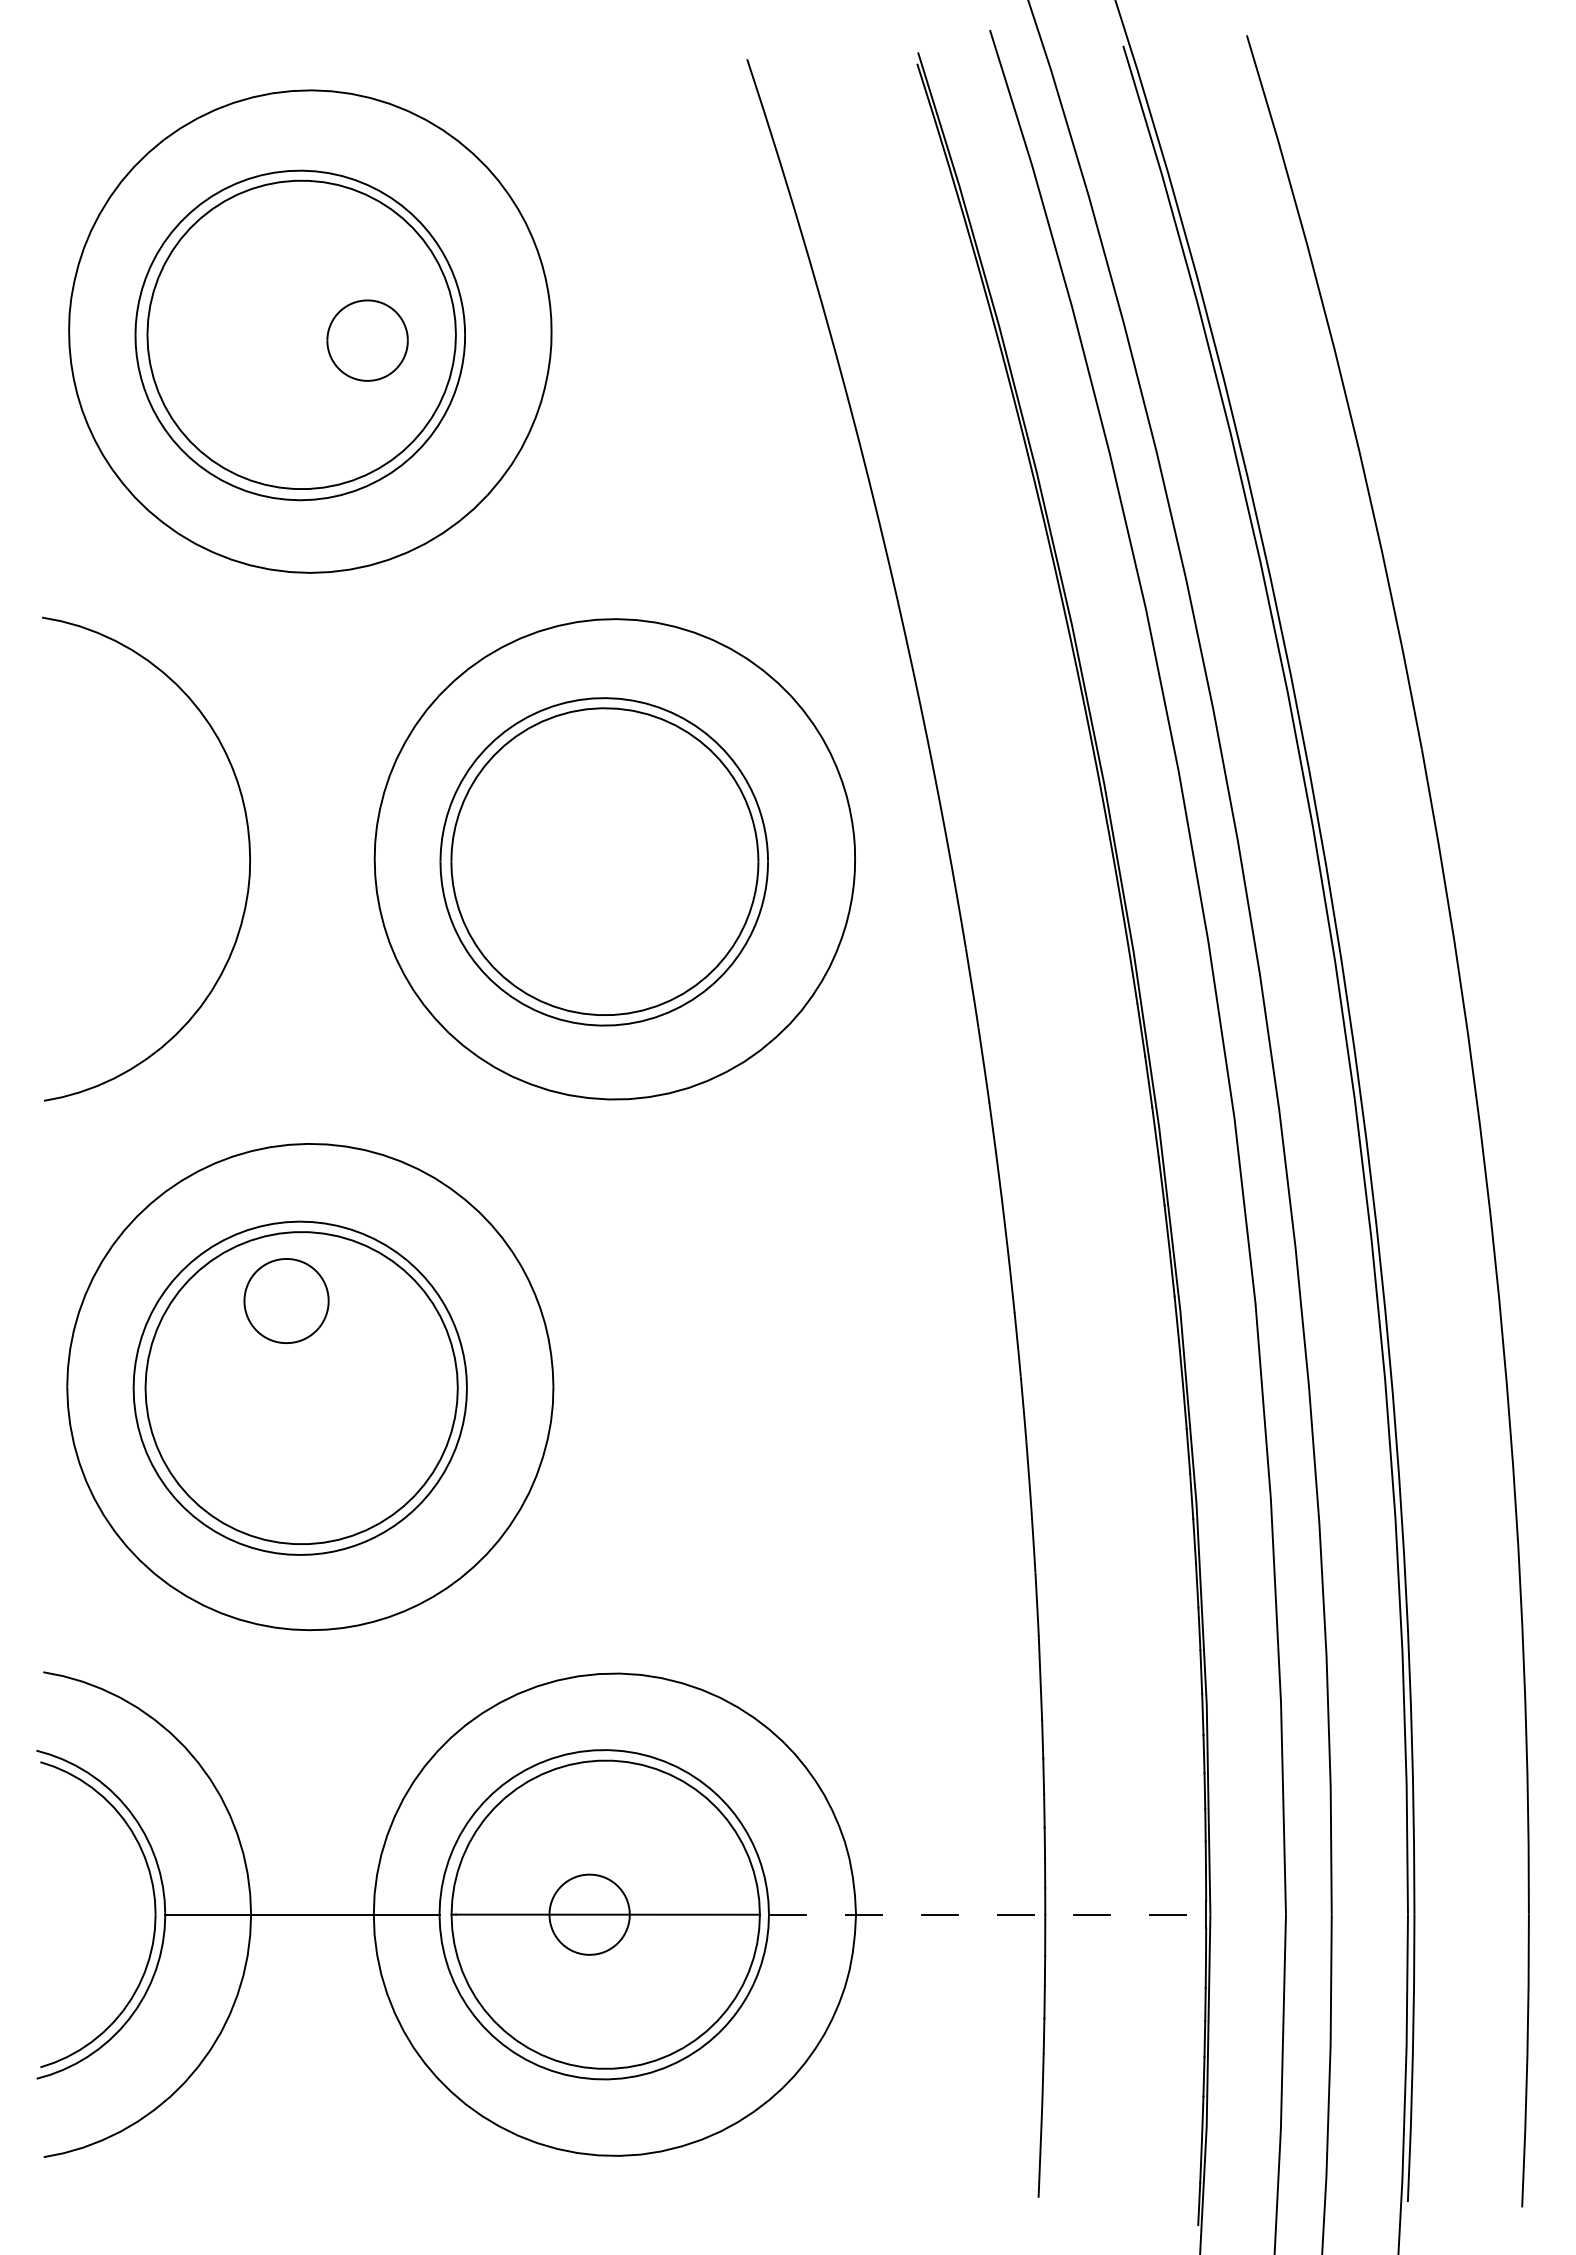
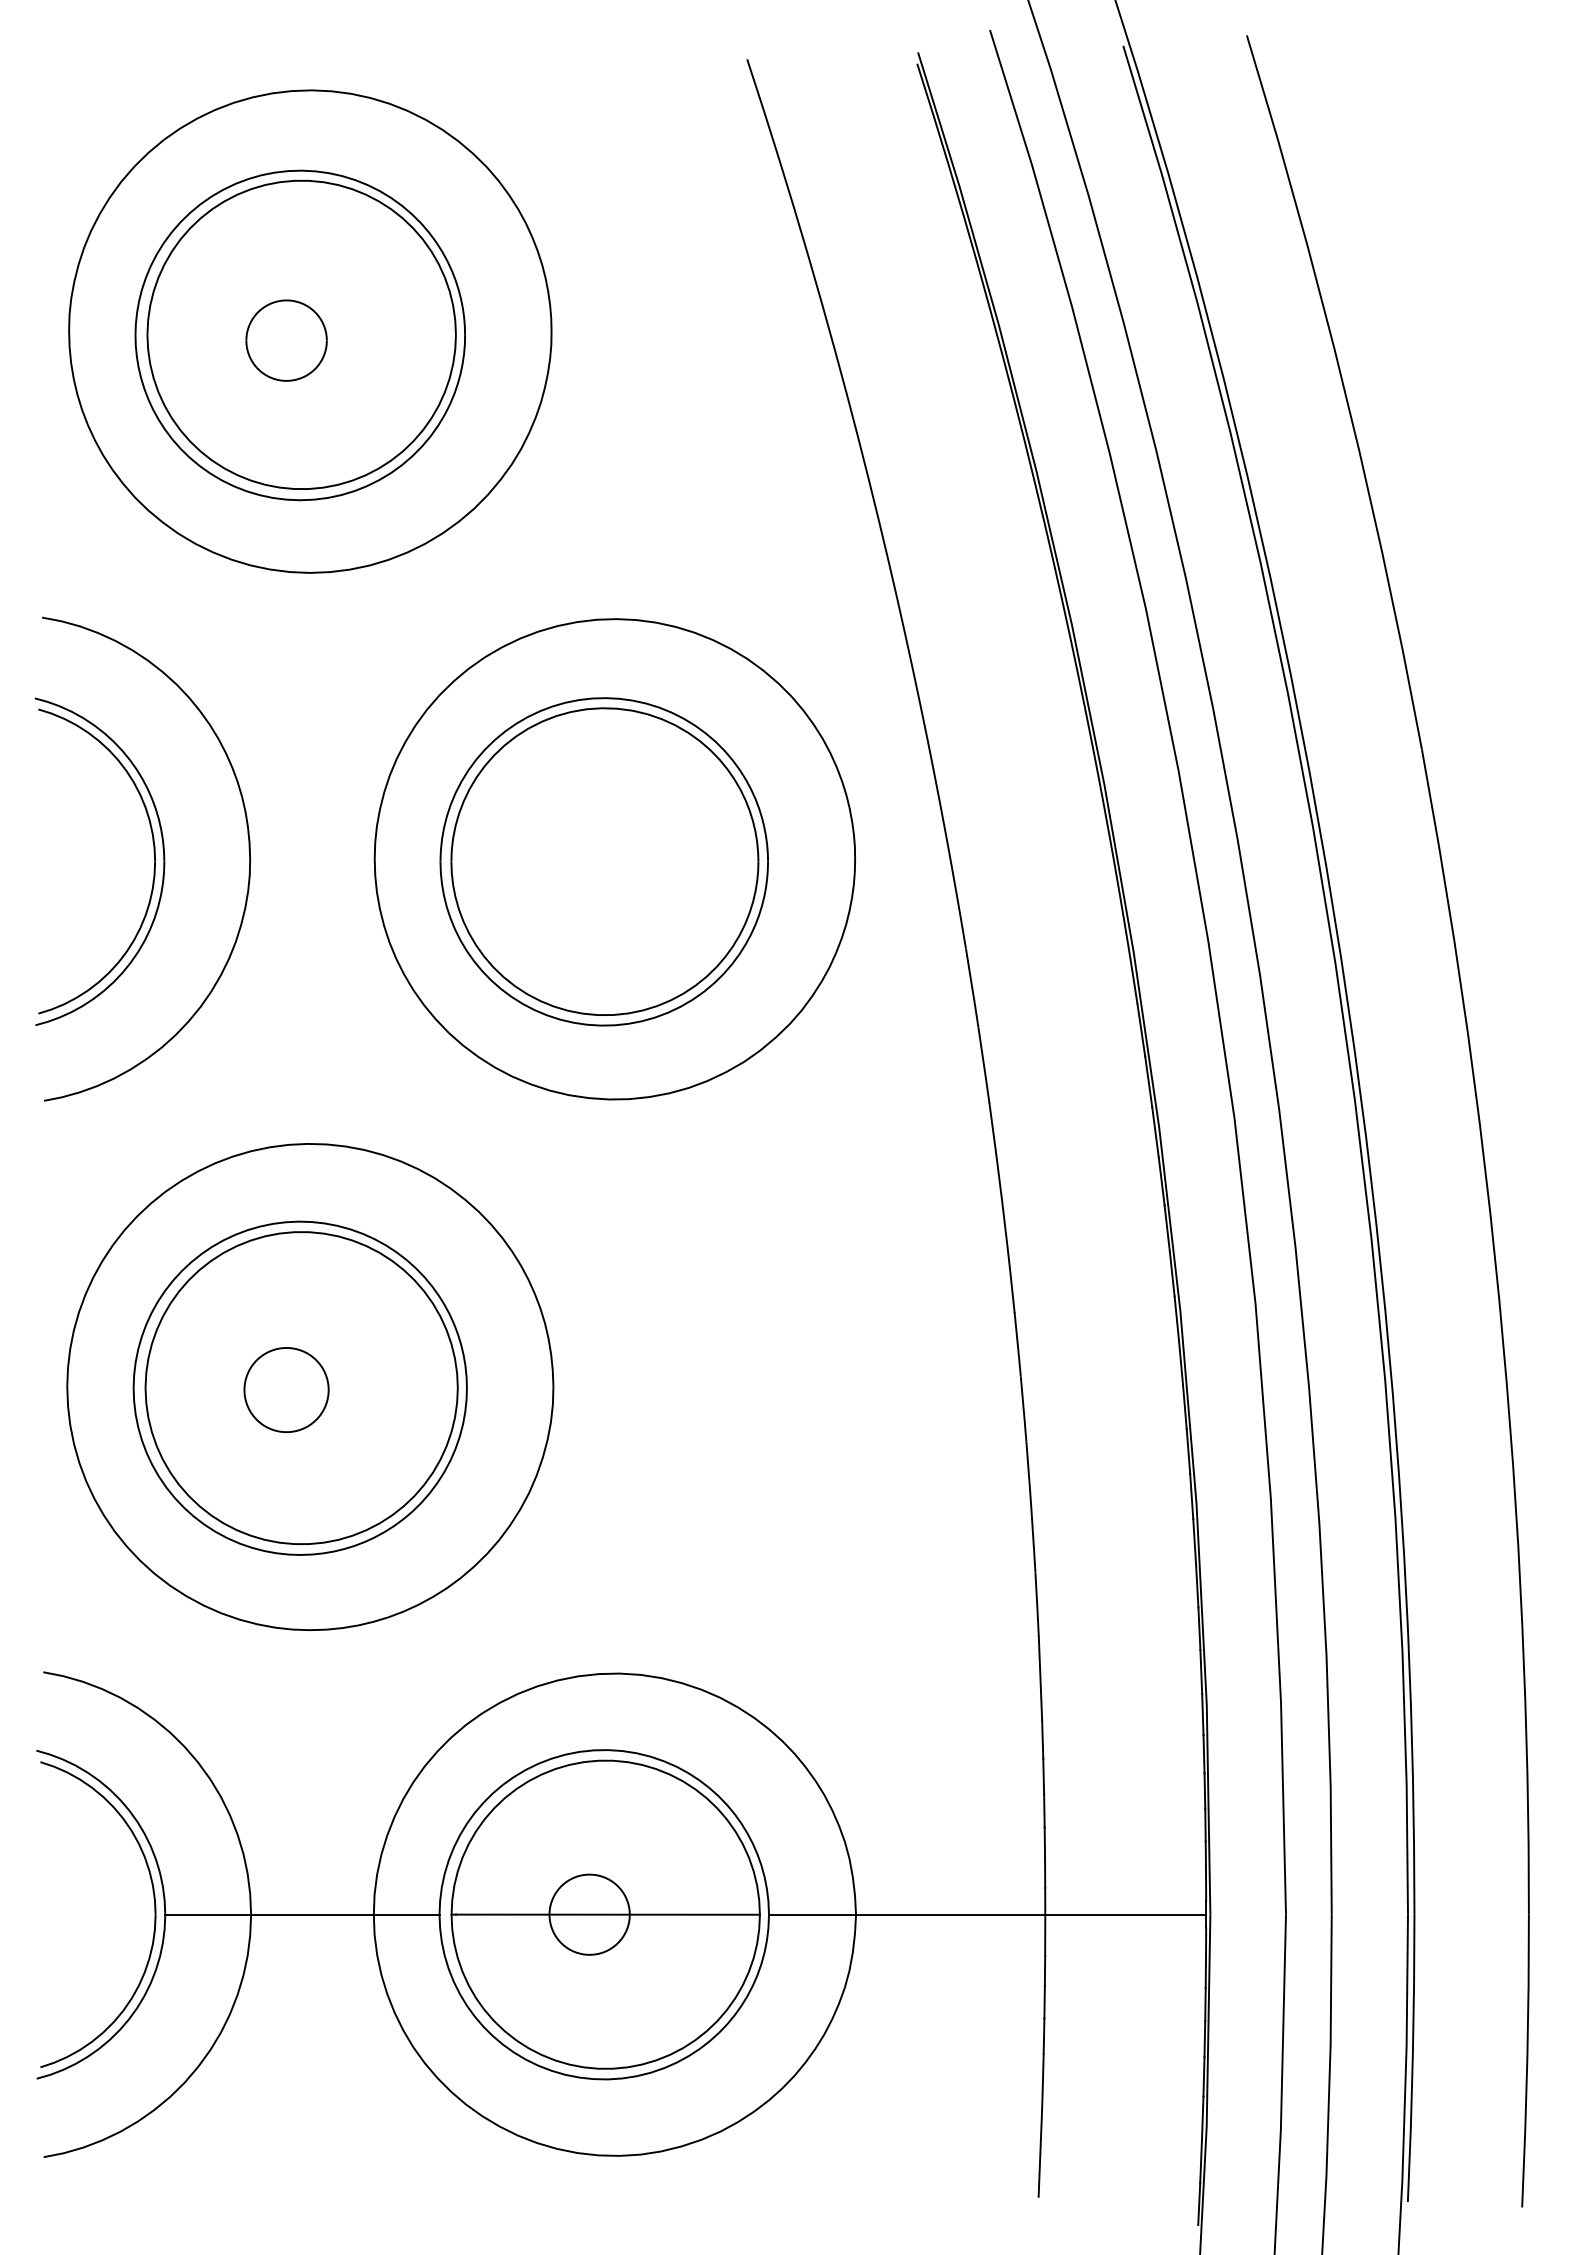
part at (367, 340) position: (367, 340) -> (286, 340)
part at (153, 853): none -> present
part at (286, 1300) position: (286, 1300) -> (286, 1389)
line at (987, 1914): dashed -> solid
